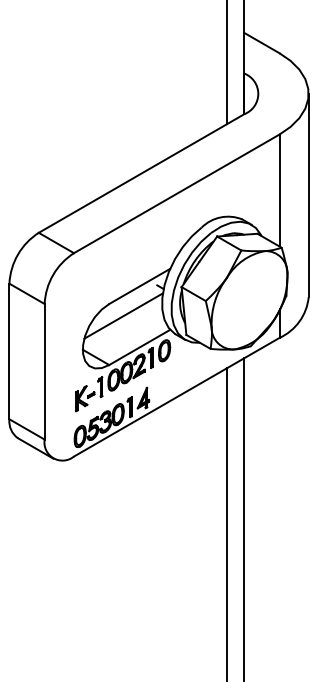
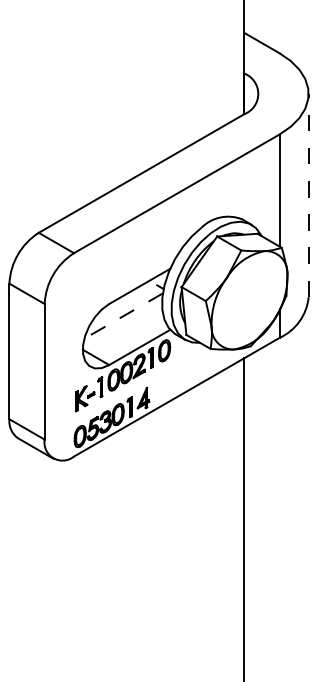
line at (226, 63): present -> none
line at (308, 195): solid -> dashed
line at (123, 316): solid -> dashed
line at (226, 523): present -> none
